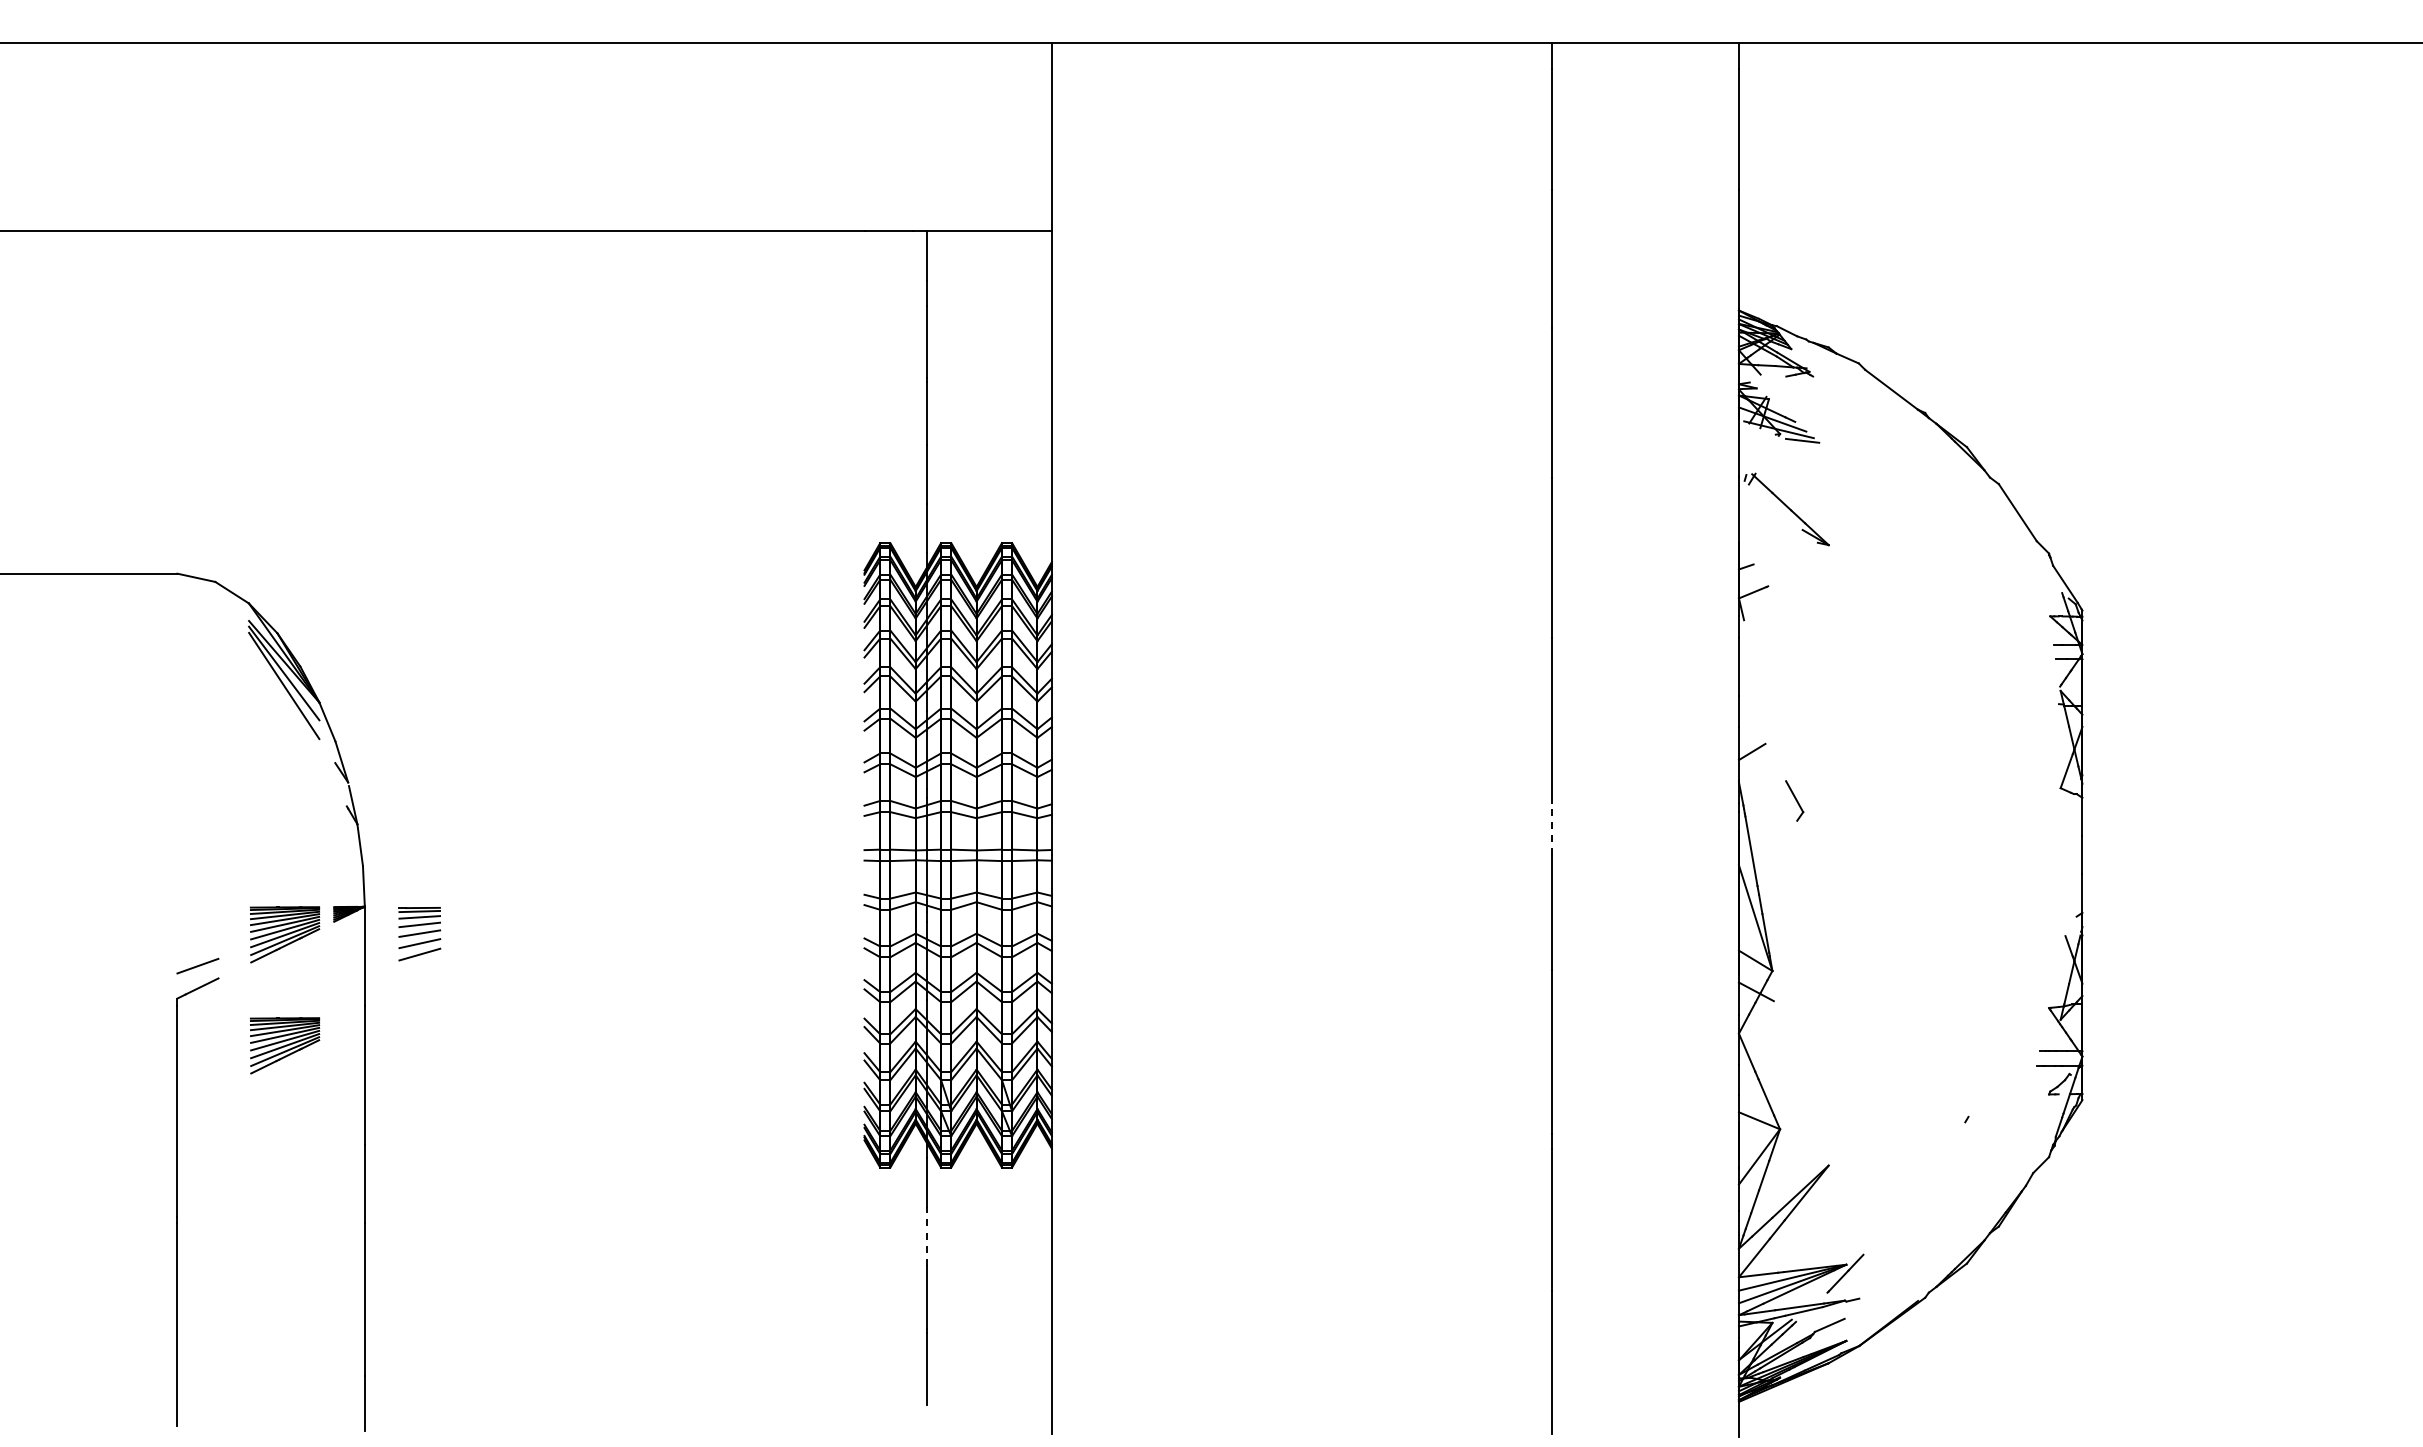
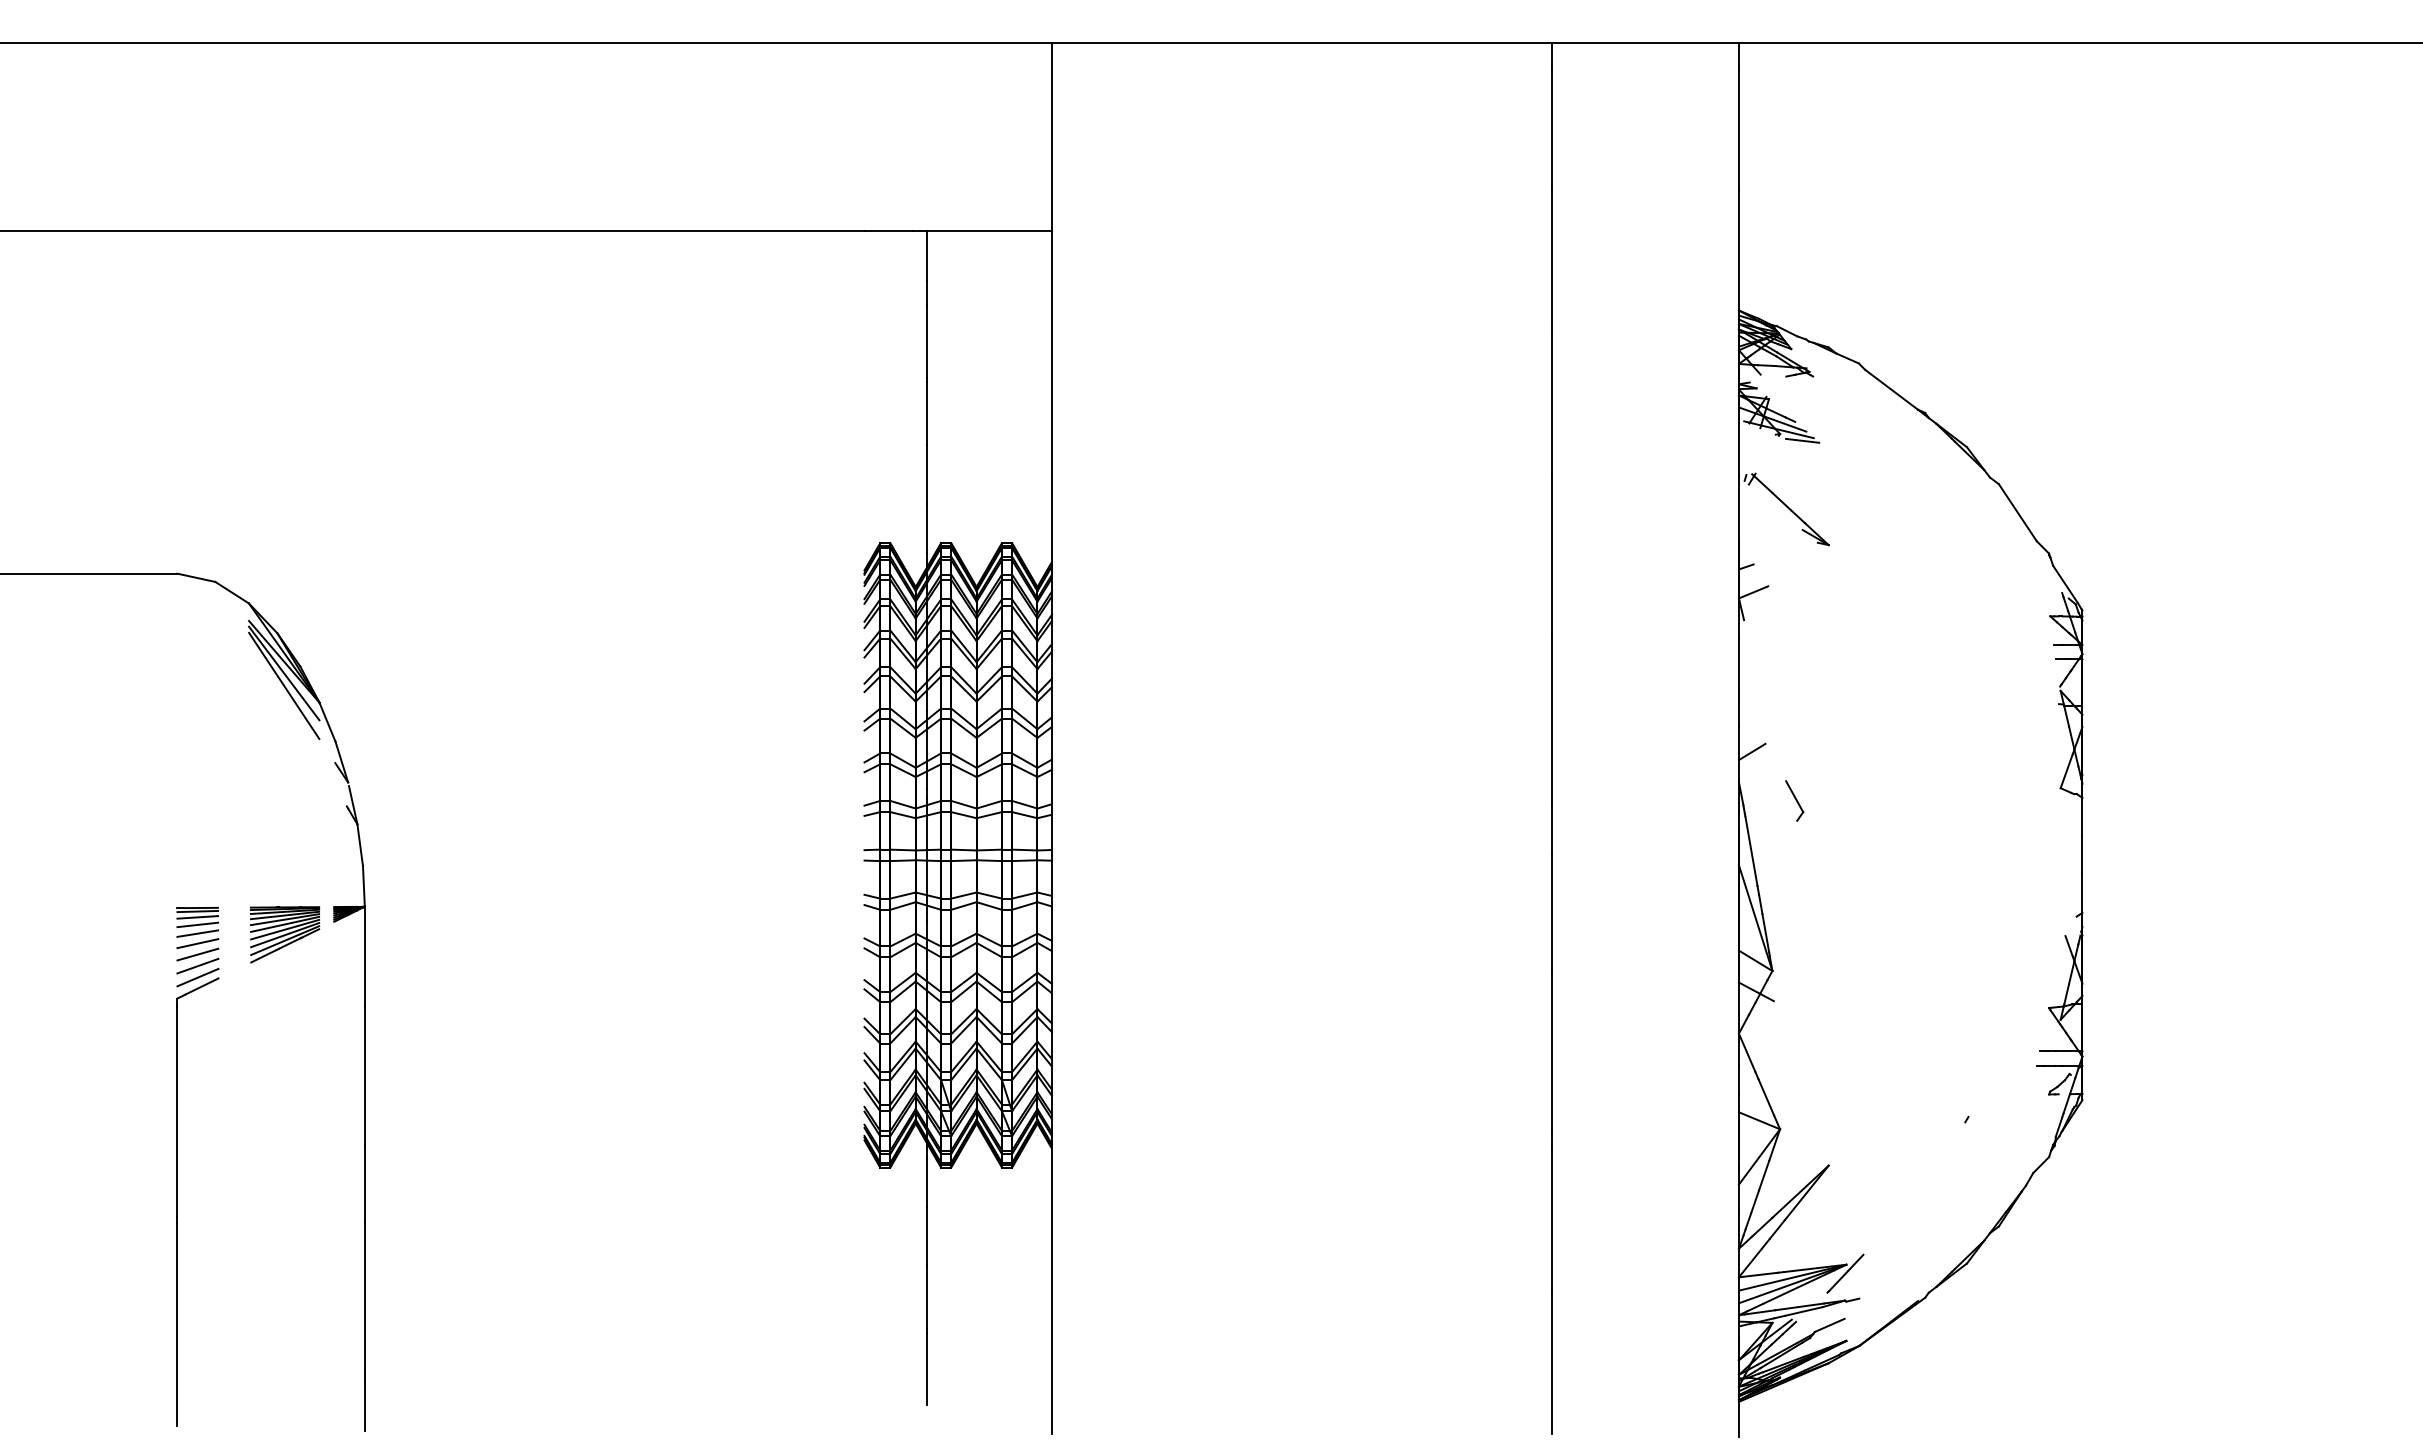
line at (1551, 829): dashed -> solid
part at (419, 934) position: (419, 934) -> (197, 934)
line at (197, 977): none -> present
part at (285, 1045): present -> none
line at (926, 1236): dashed -> solid
